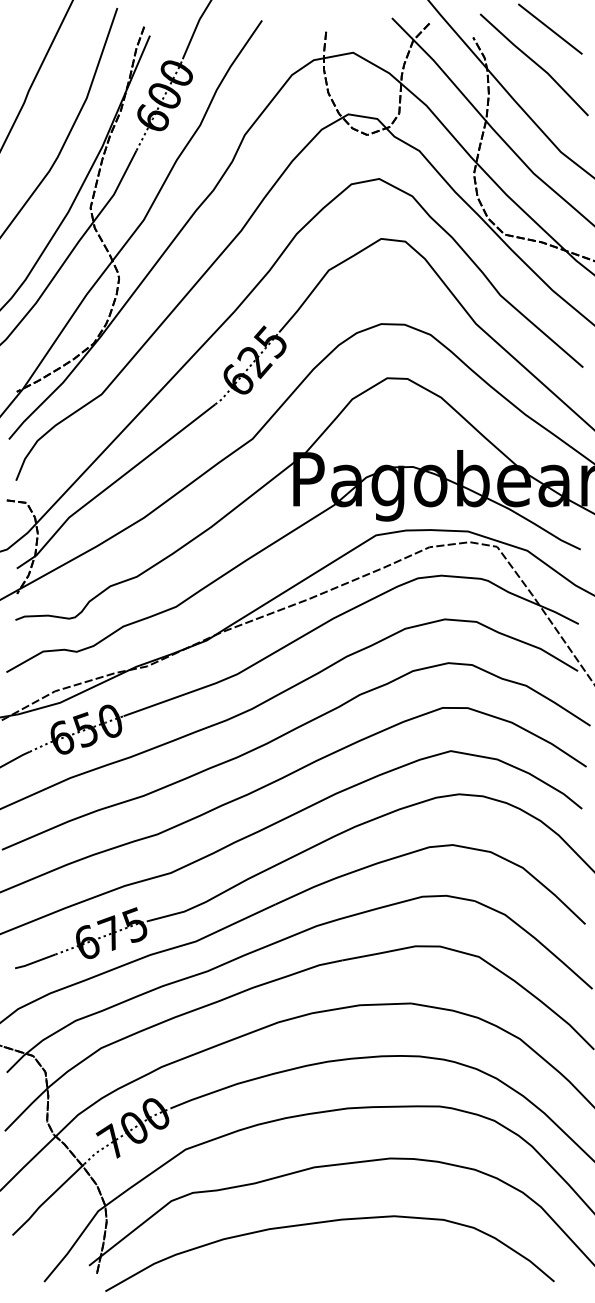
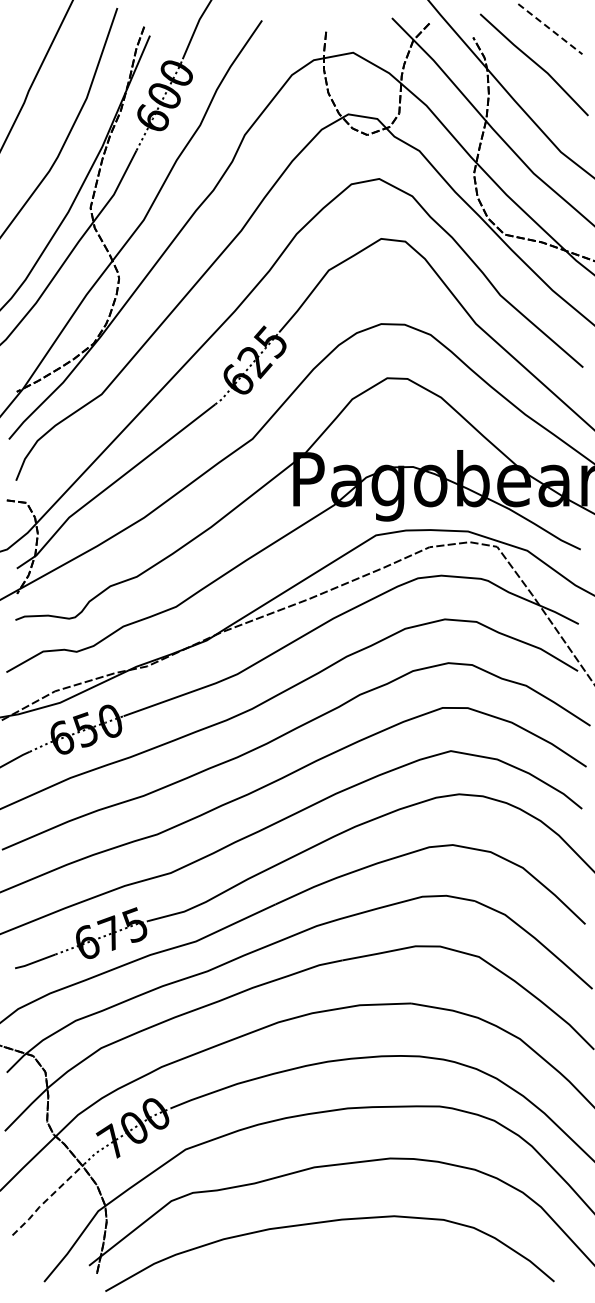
line at (550, 29): solid -> dashed
line at (47, 1199): solid -> dashed
